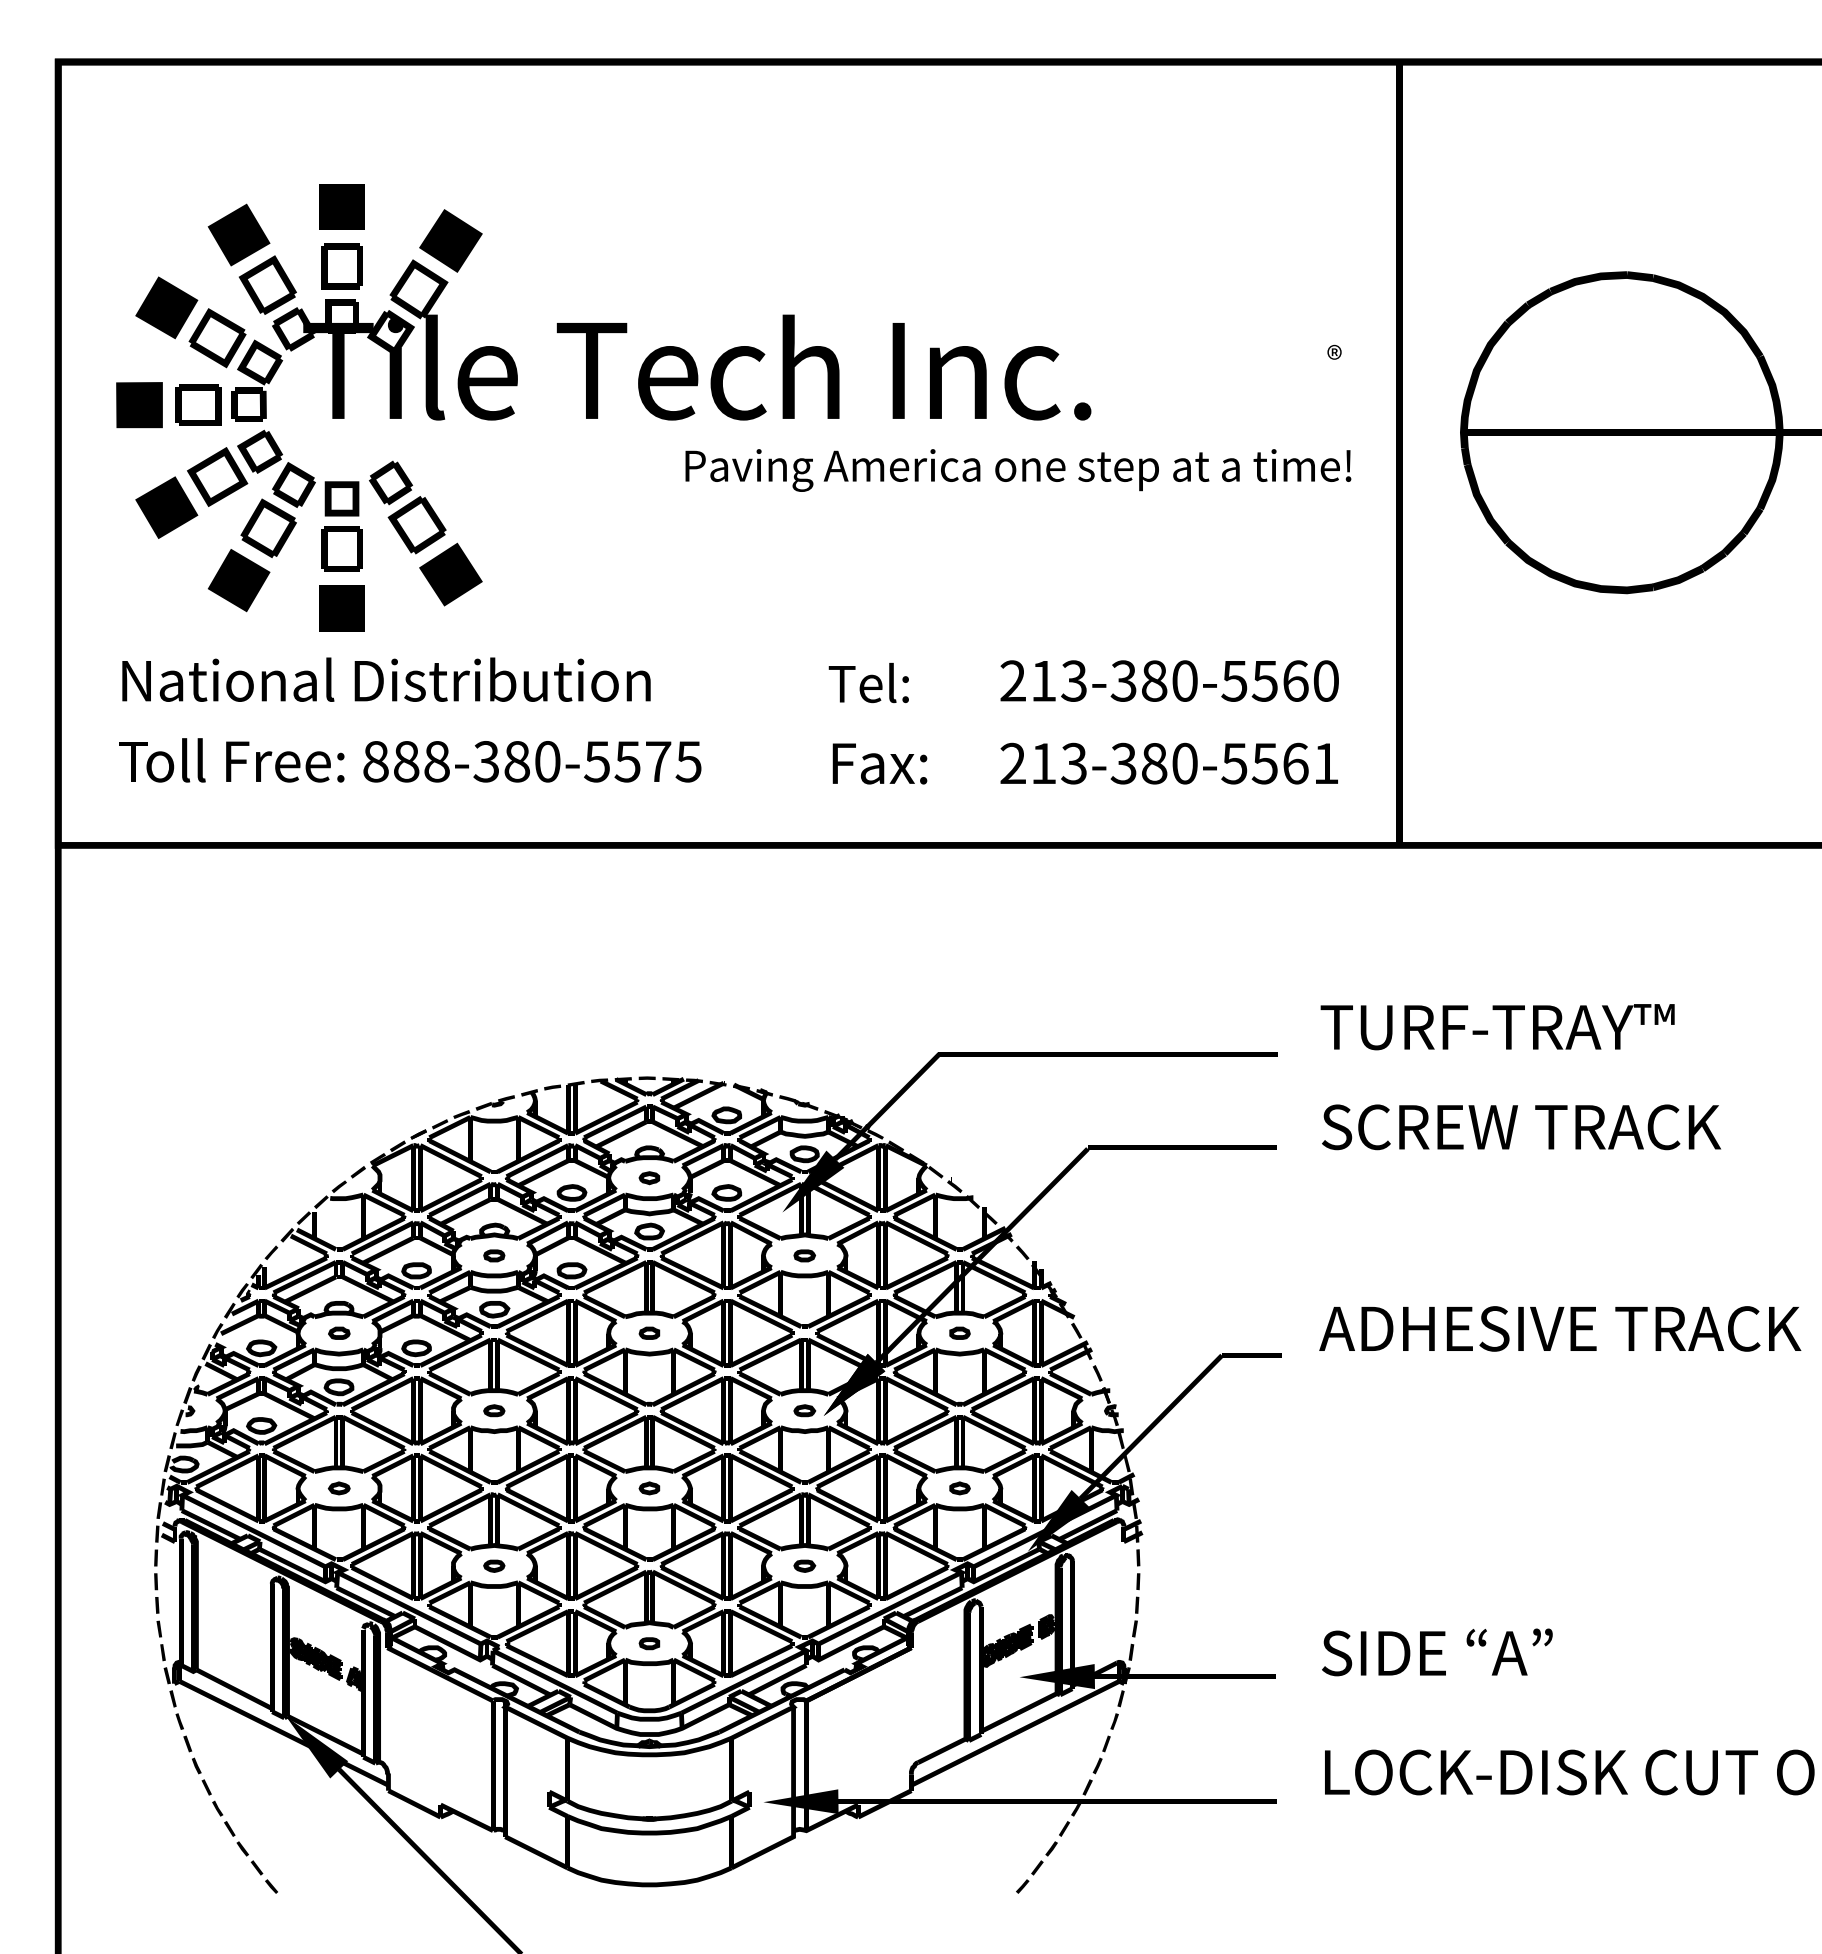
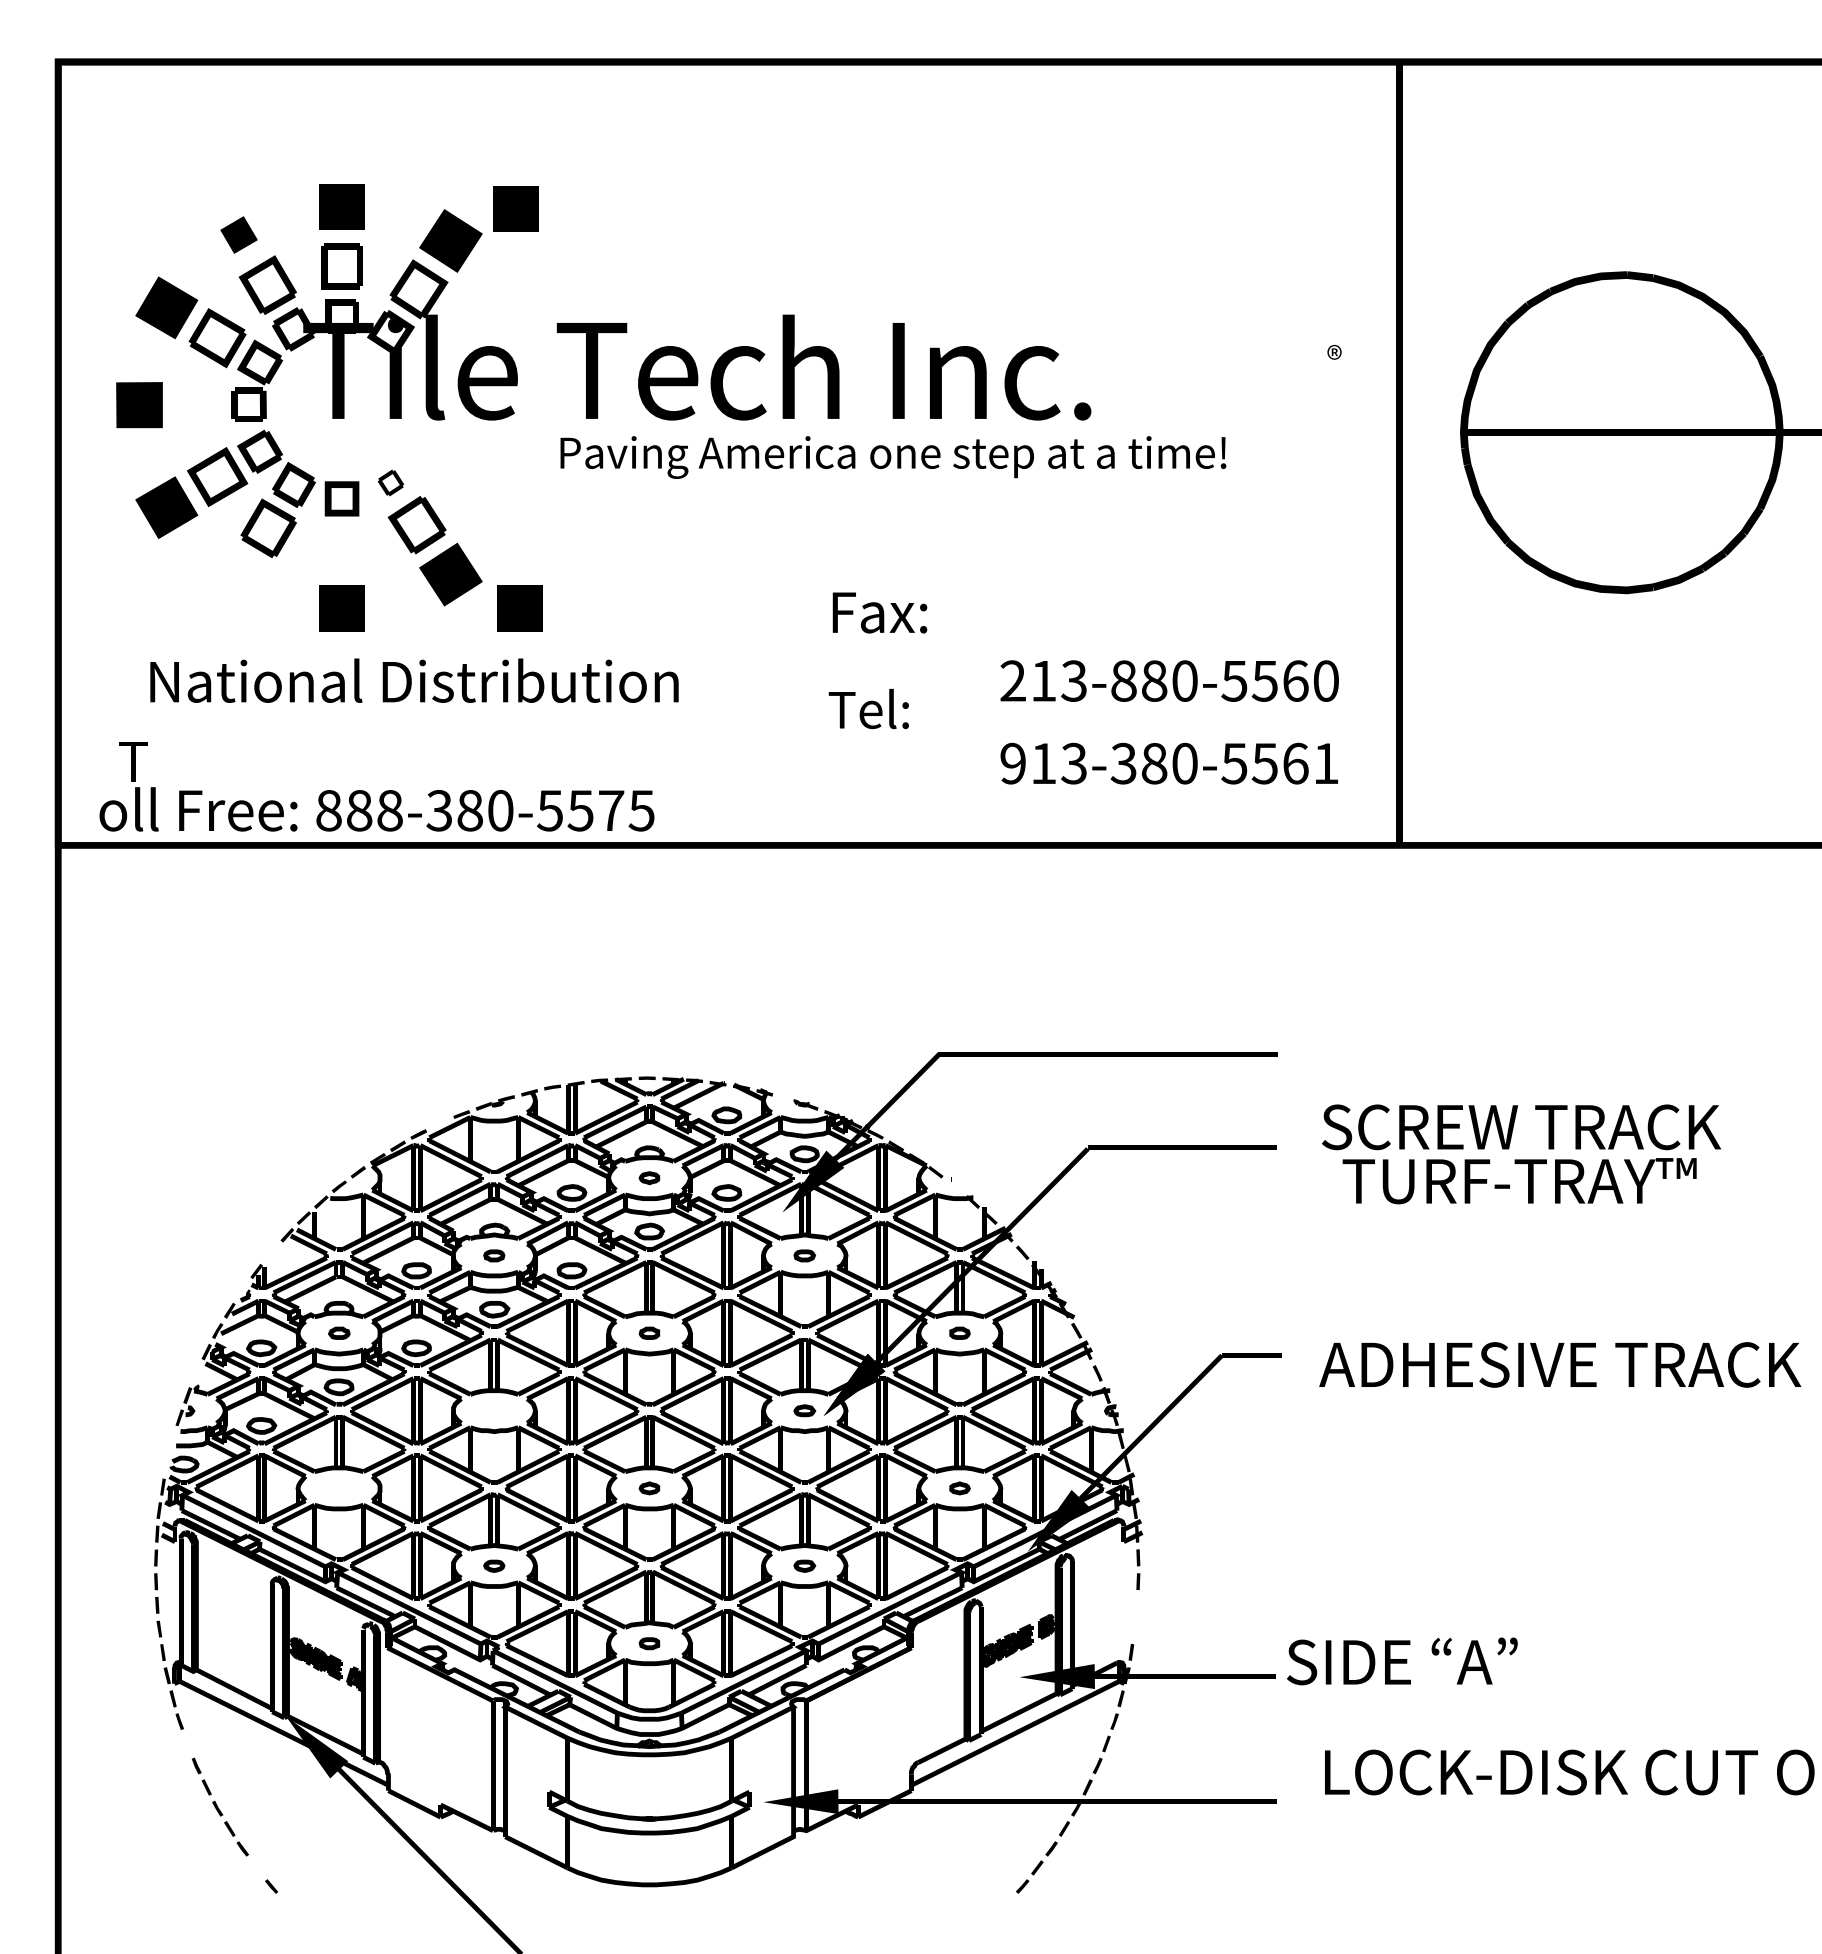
part at (515, 208): none -> present
part at (238, 234) size: 64x64 px -> 38x38 px
part at (198, 404): present -> none
text at (1018, 470) position: (1018, 470) -> (893, 457)
part at (390, 482) size: 44x46 px -> 28x28 px
part at (341, 548): present -> none
fill at (238, 580): present -> none
part at (519, 608): none -> present
text at (386, 679) position: (386, 679) -> (414, 680)
text at (1123, 680): 213-380-5560 -> 213-880-5560
text at (868, 683) position: (868, 683) -> (868, 709)
text at (423, 760) position: (423, 760) -> (376, 809)
text at (879, 763) position: (879, 763) -> (879, 612)
text at (1012, 763): 213-380-5561 -> 913-380-5561
text at (1497, 1027) position: (1497, 1027) -> (1519, 1181)
fill at (787, 1098): present -> none
fill at (439, 1124): present -> none
fill at (954, 1186): present -> none
fill at (271, 1252): present -> none
fill at (242, 1290): present -> none
text at (1560, 1328) position: (1560, 1328) -> (1560, 1364)
fill at (196, 1373): present -> none
part at (494, 1410): present -> none
fill at (172, 1440): present -> none
fill at (167, 1463): present -> none
part at (338, 1488): present -> none
fill at (1136, 1604): present -> none
fill at (1134, 1628): present -> none
text at (1437, 1652) position: (1437, 1652) -> (1402, 1661)
fill at (187, 1743): present -> none
fill at (256, 1867): present -> none
